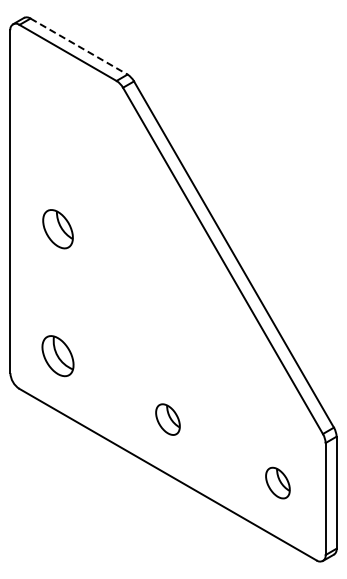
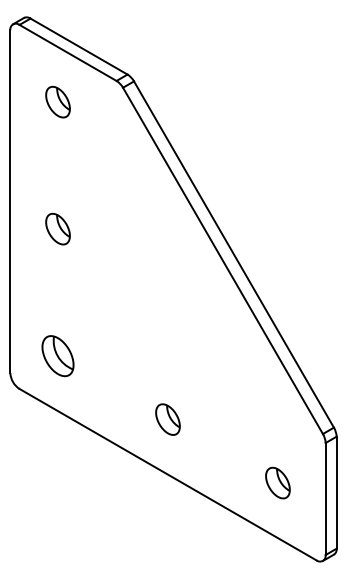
line at (79, 46): dashed -> solid
part at (57, 101): none -> present
part at (57, 229) size: 32x41 px -> 26x34 px
